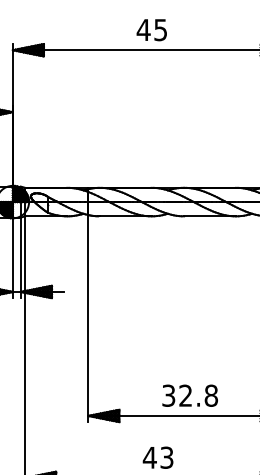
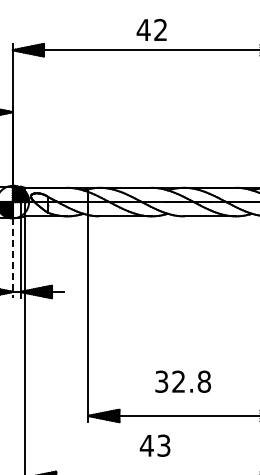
text at (160, 29): 45 -> 42
line at (12, 258): solid -> dashed
text at (189, 395) position: (189, 395) -> (182, 381)
text at (157, 457) position: (157, 457) -> (154, 445)
